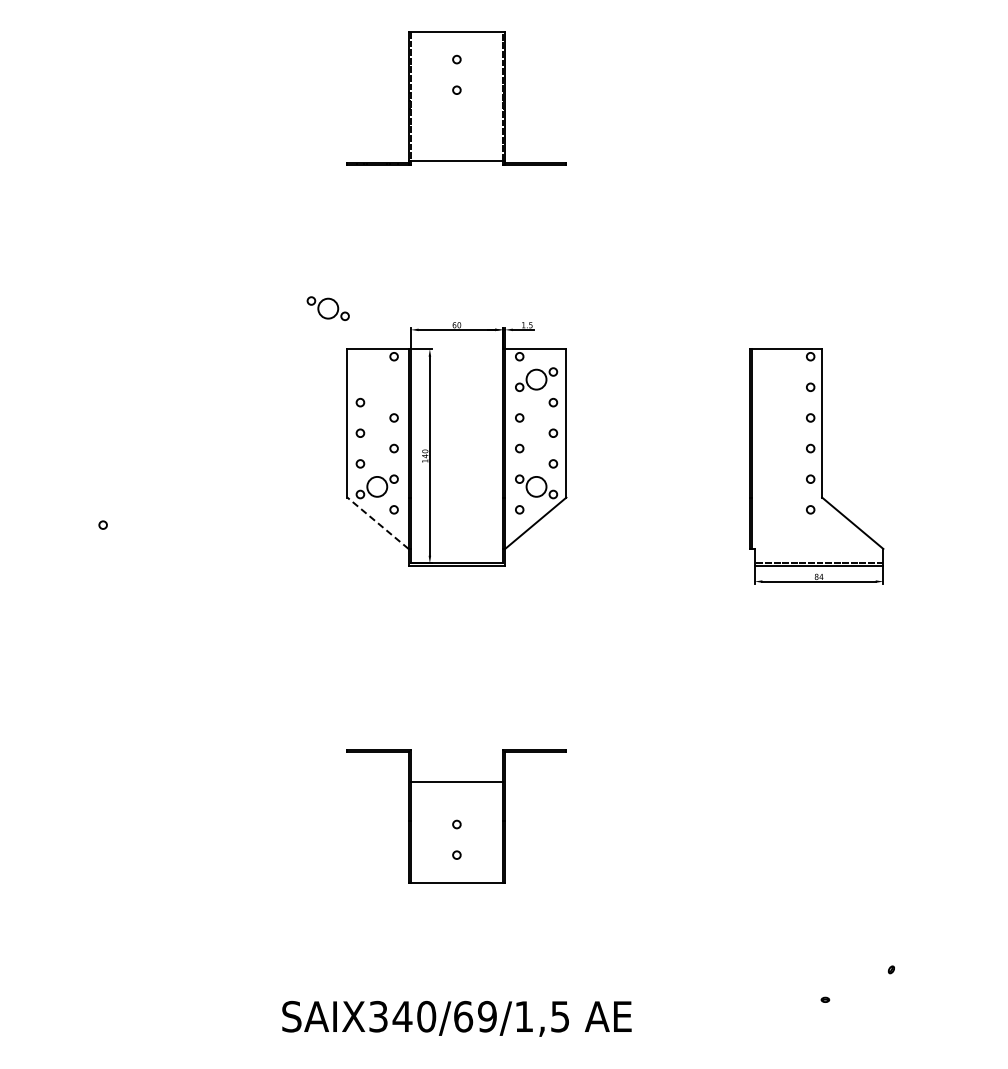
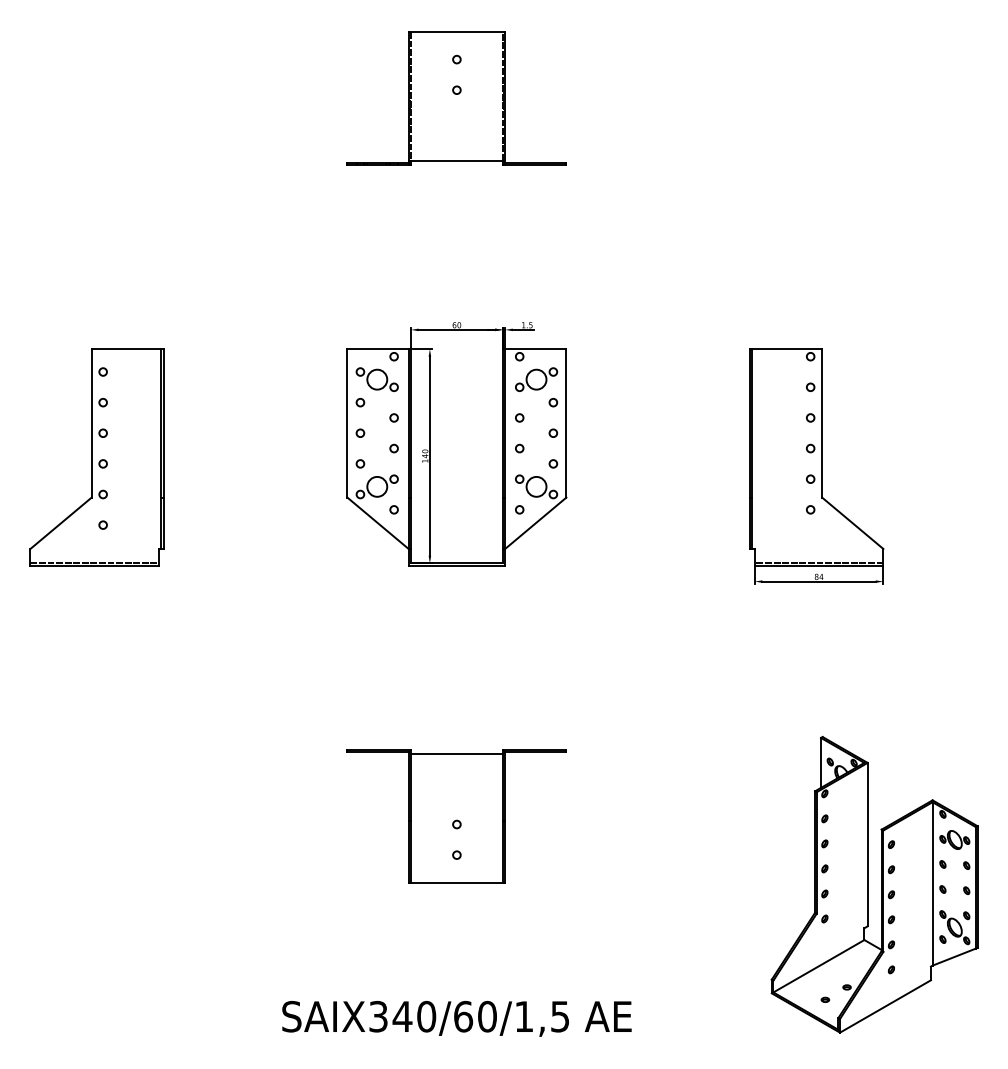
part at (327, 308) position: (327, 308) -> (376, 379)
part at (96, 457): none -> present
line at (378, 523): dashed -> solid
line at (456, 782) position: (456, 782) -> (456, 754)
part at (874, 884): none -> present
text at (487, 1016): SAIX340/69/1,5 -> SAIX340/60/1,5
